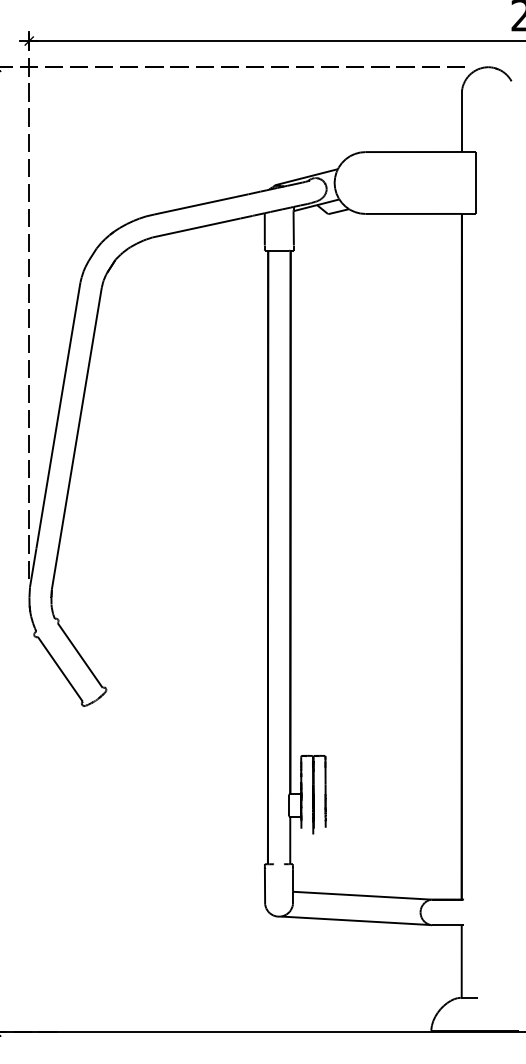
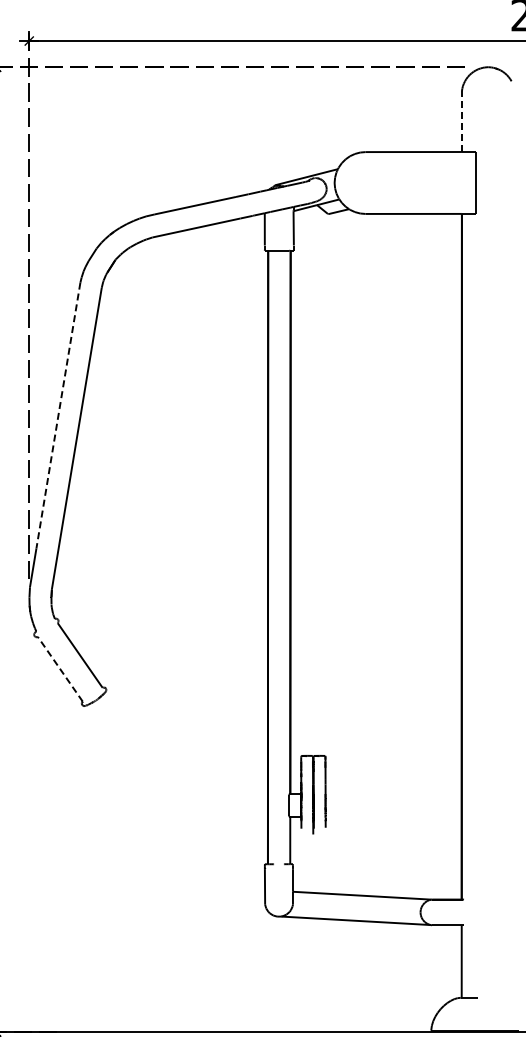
line at (461, 121): solid -> dashed
line at (58, 415): solid -> dashed
line at (60, 668): solid -> dashed
